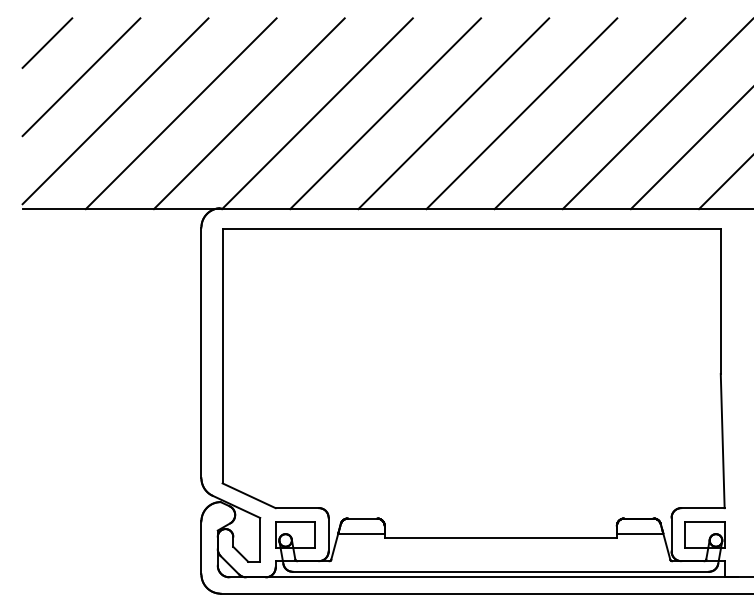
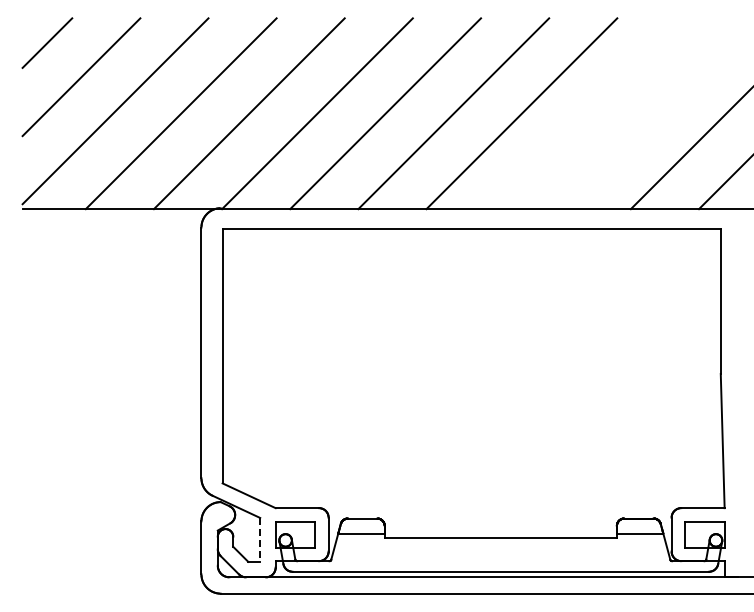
line at (589, 113): present -> none
line at (656, 115): present -> none
line at (260, 539): solid -> dashed
